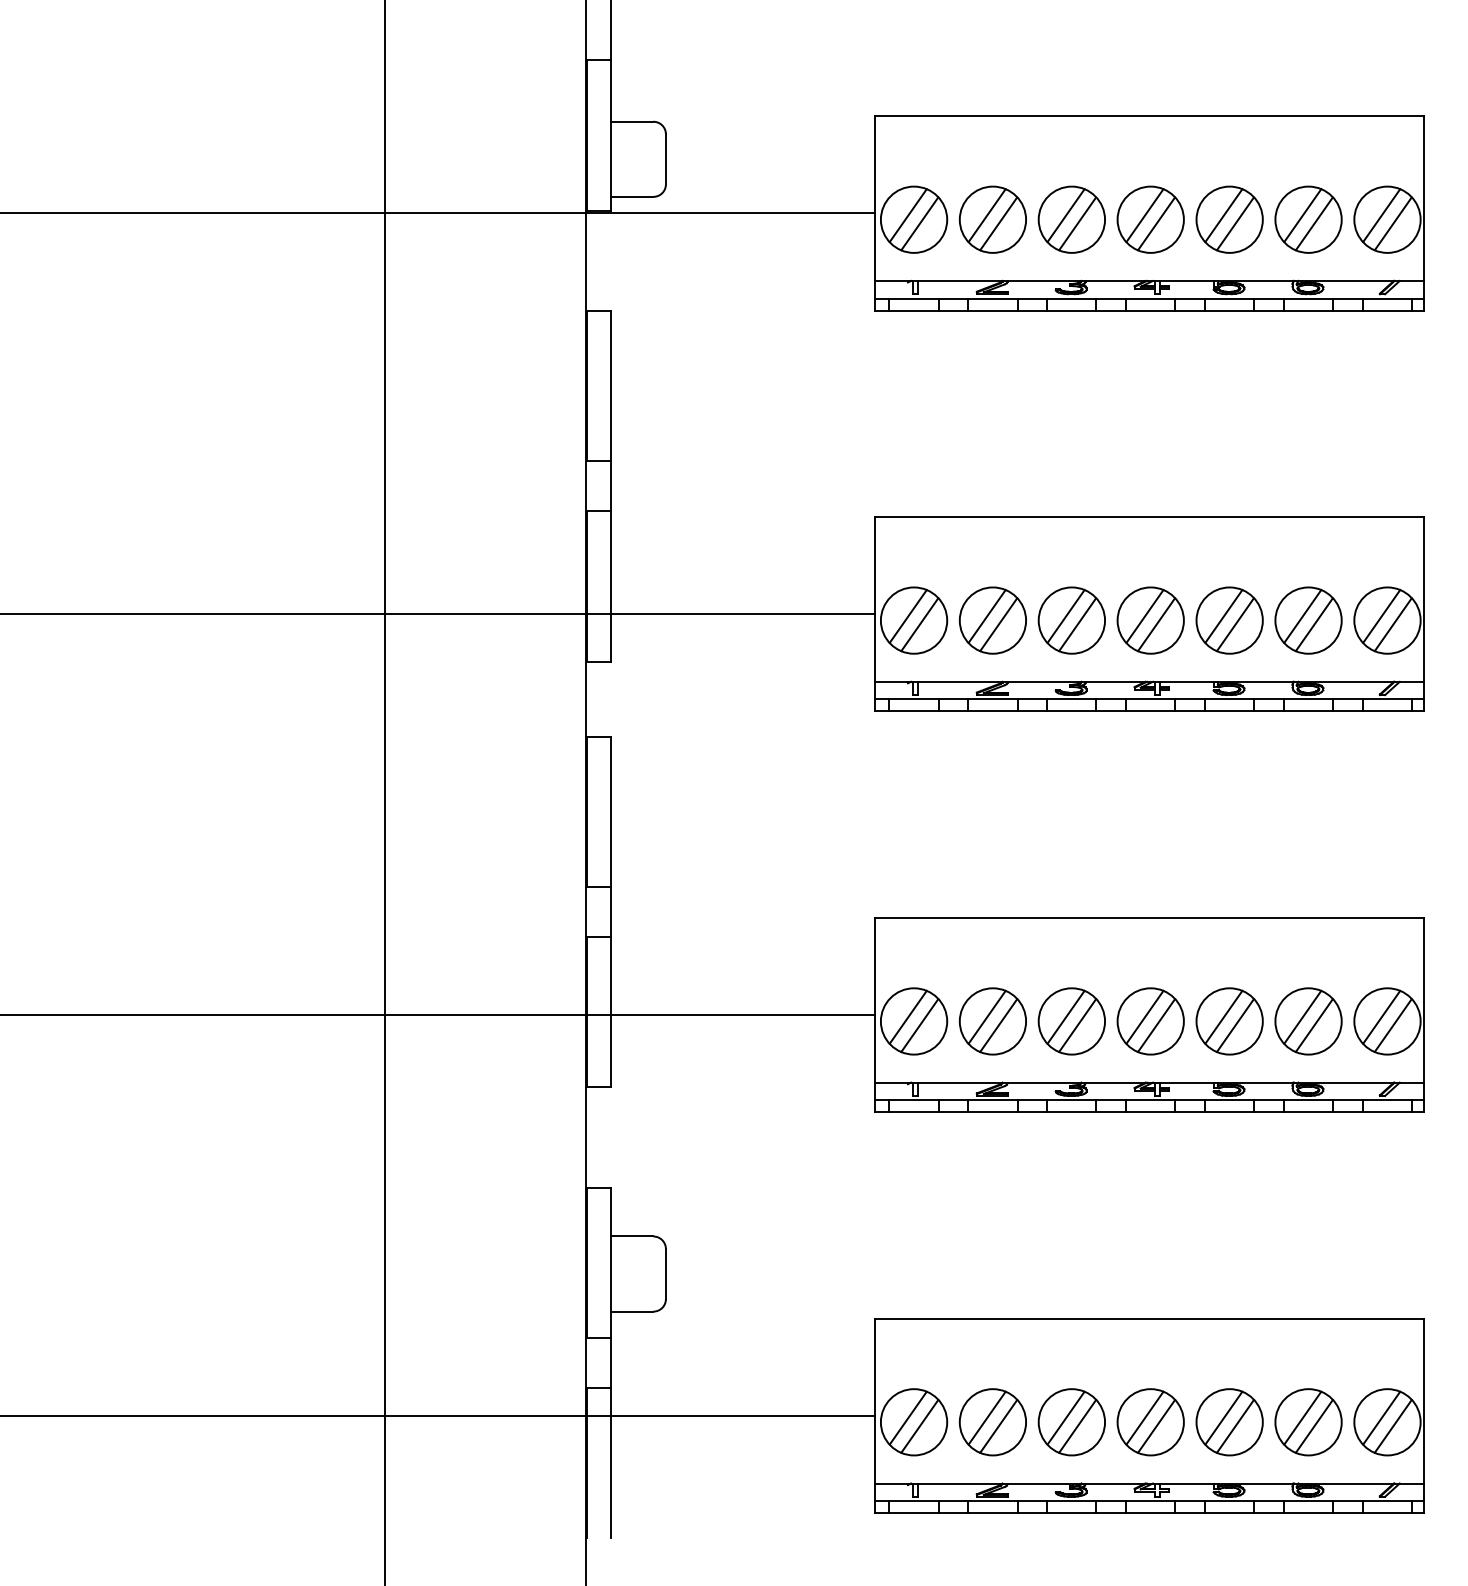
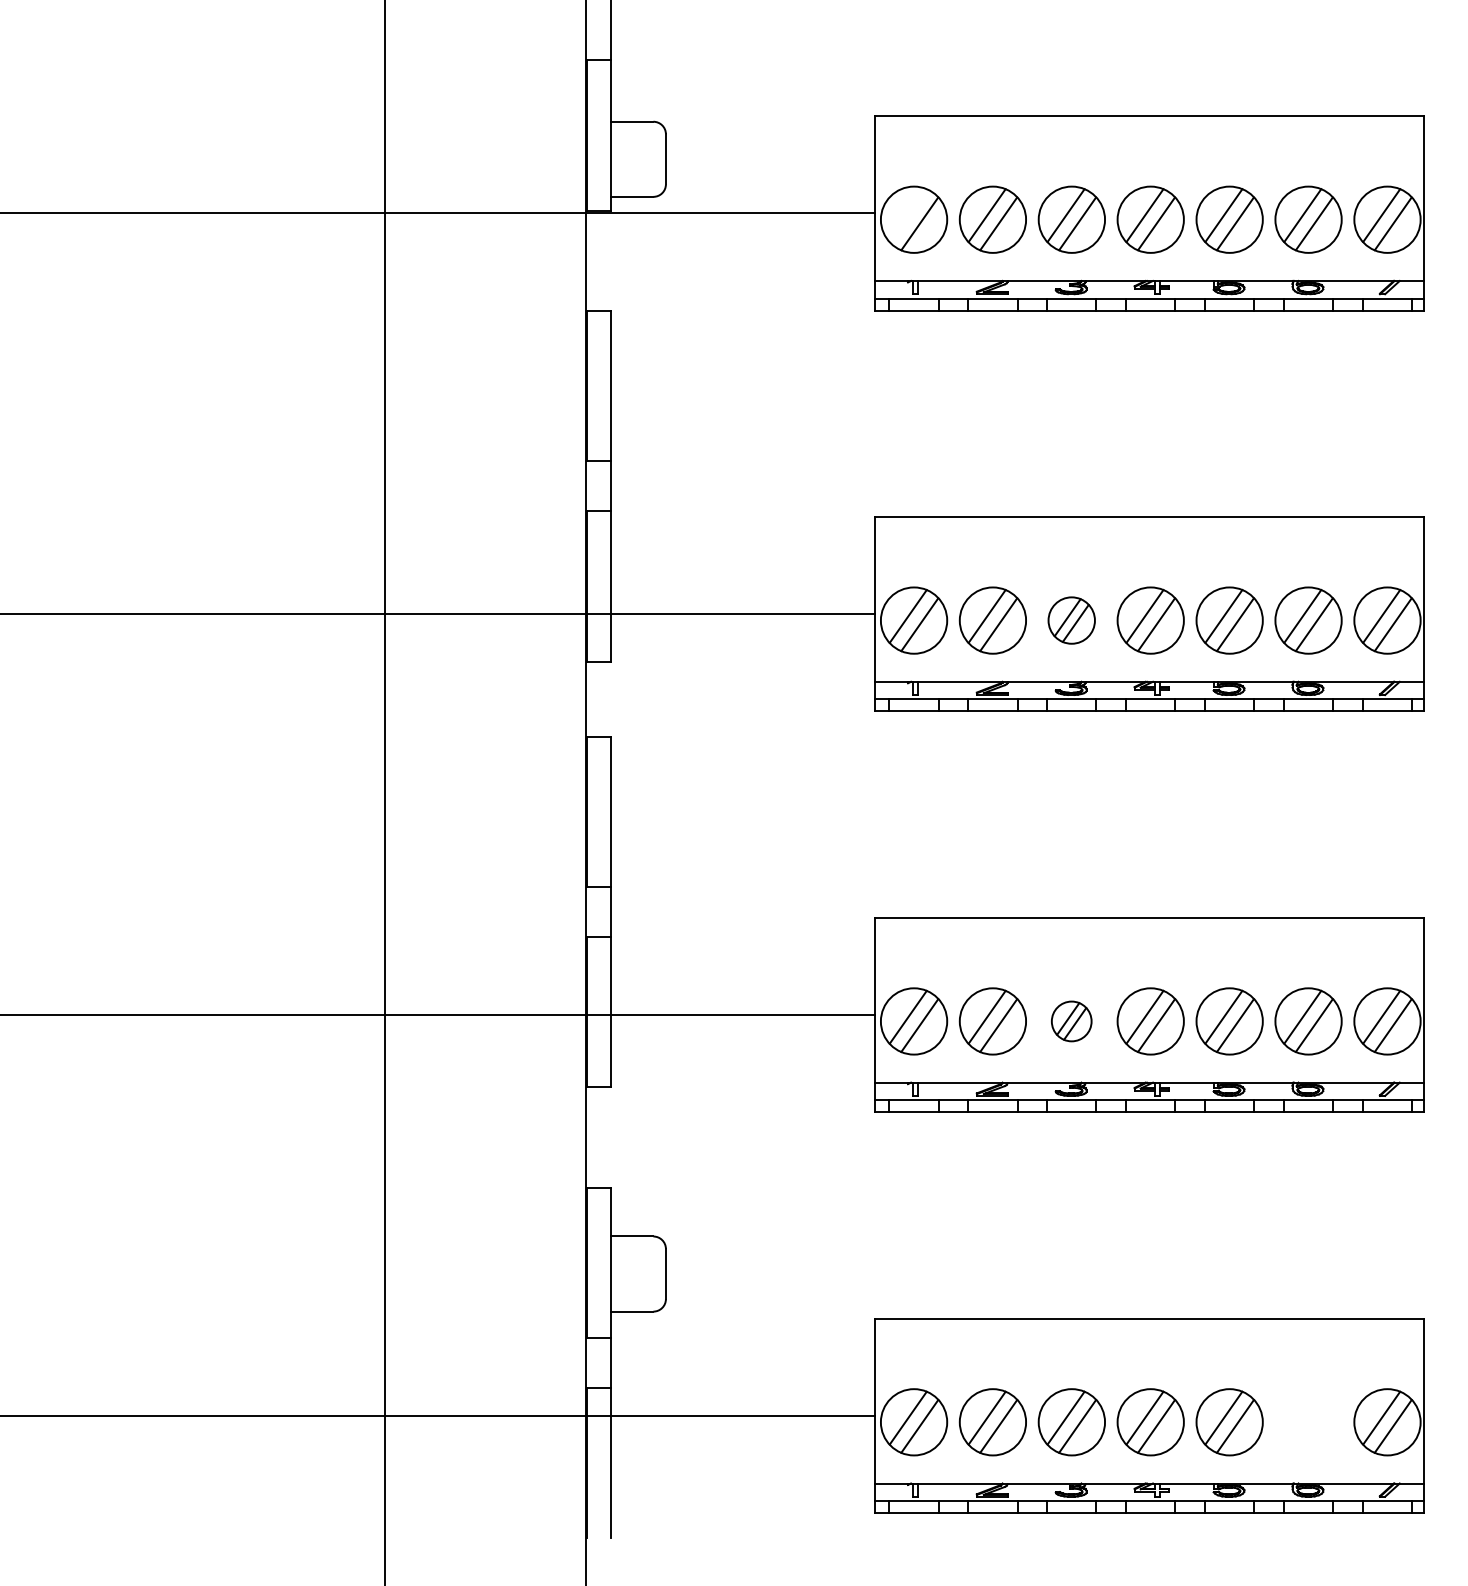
line at (907, 215): present -> none
part at (1071, 620) size: 69x69 px -> 49x49 px
part at (1071, 1021) size: 69x69 px -> 42x43 px
part at (1308, 1422): present -> none
